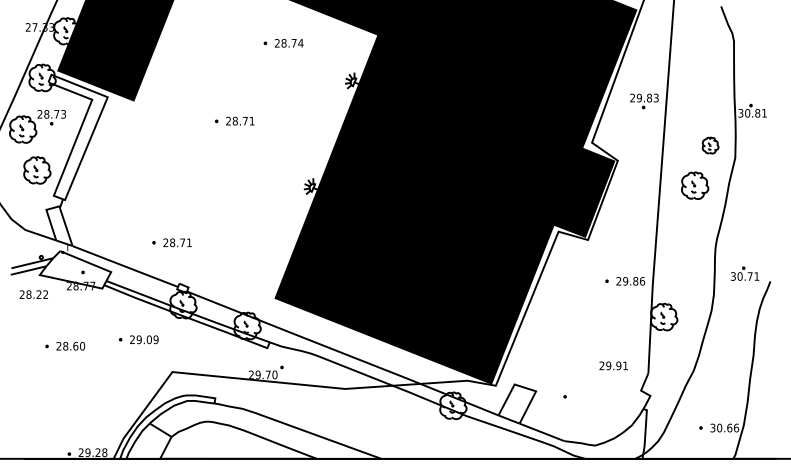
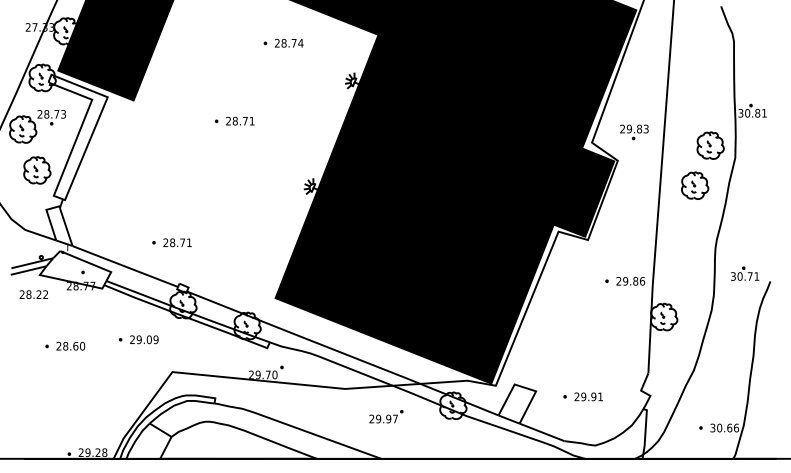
part at (644, 101) position: (644, 101) -> (634, 132)
part at (710, 145) size: 19x19 px -> 29x29 px
text at (613, 365) position: (613, 365) -> (588, 396)
part at (386, 416): none -> present
